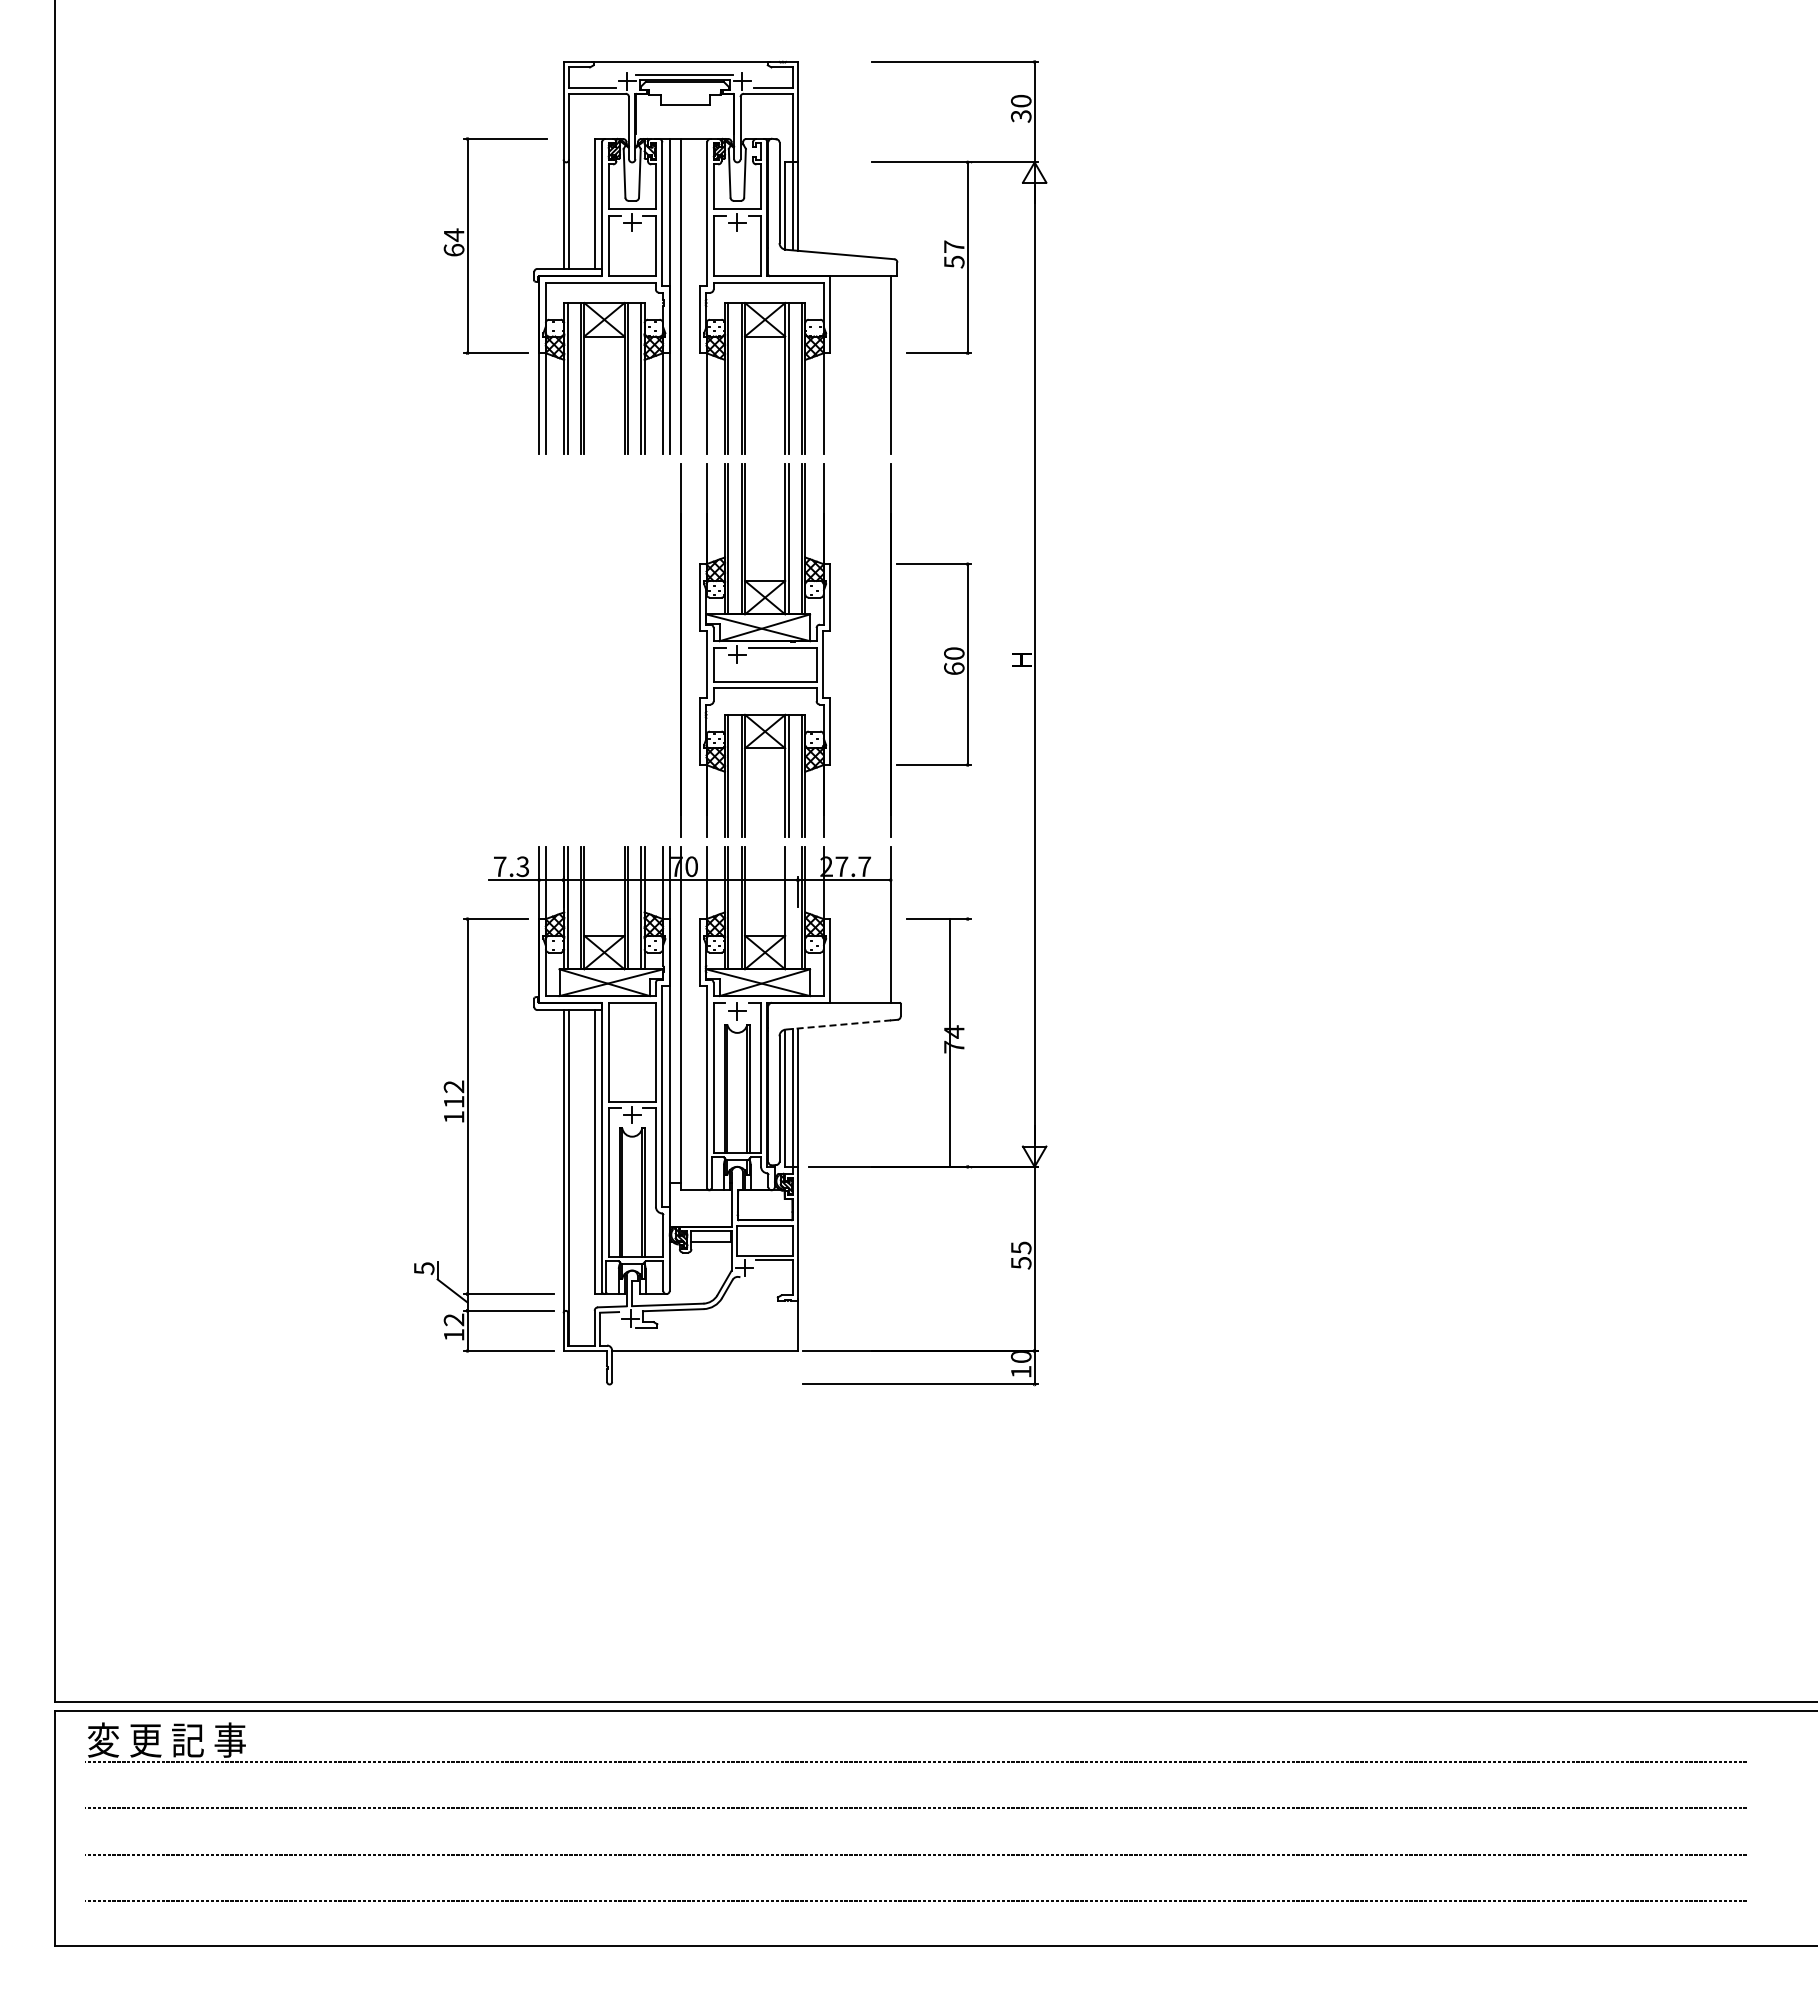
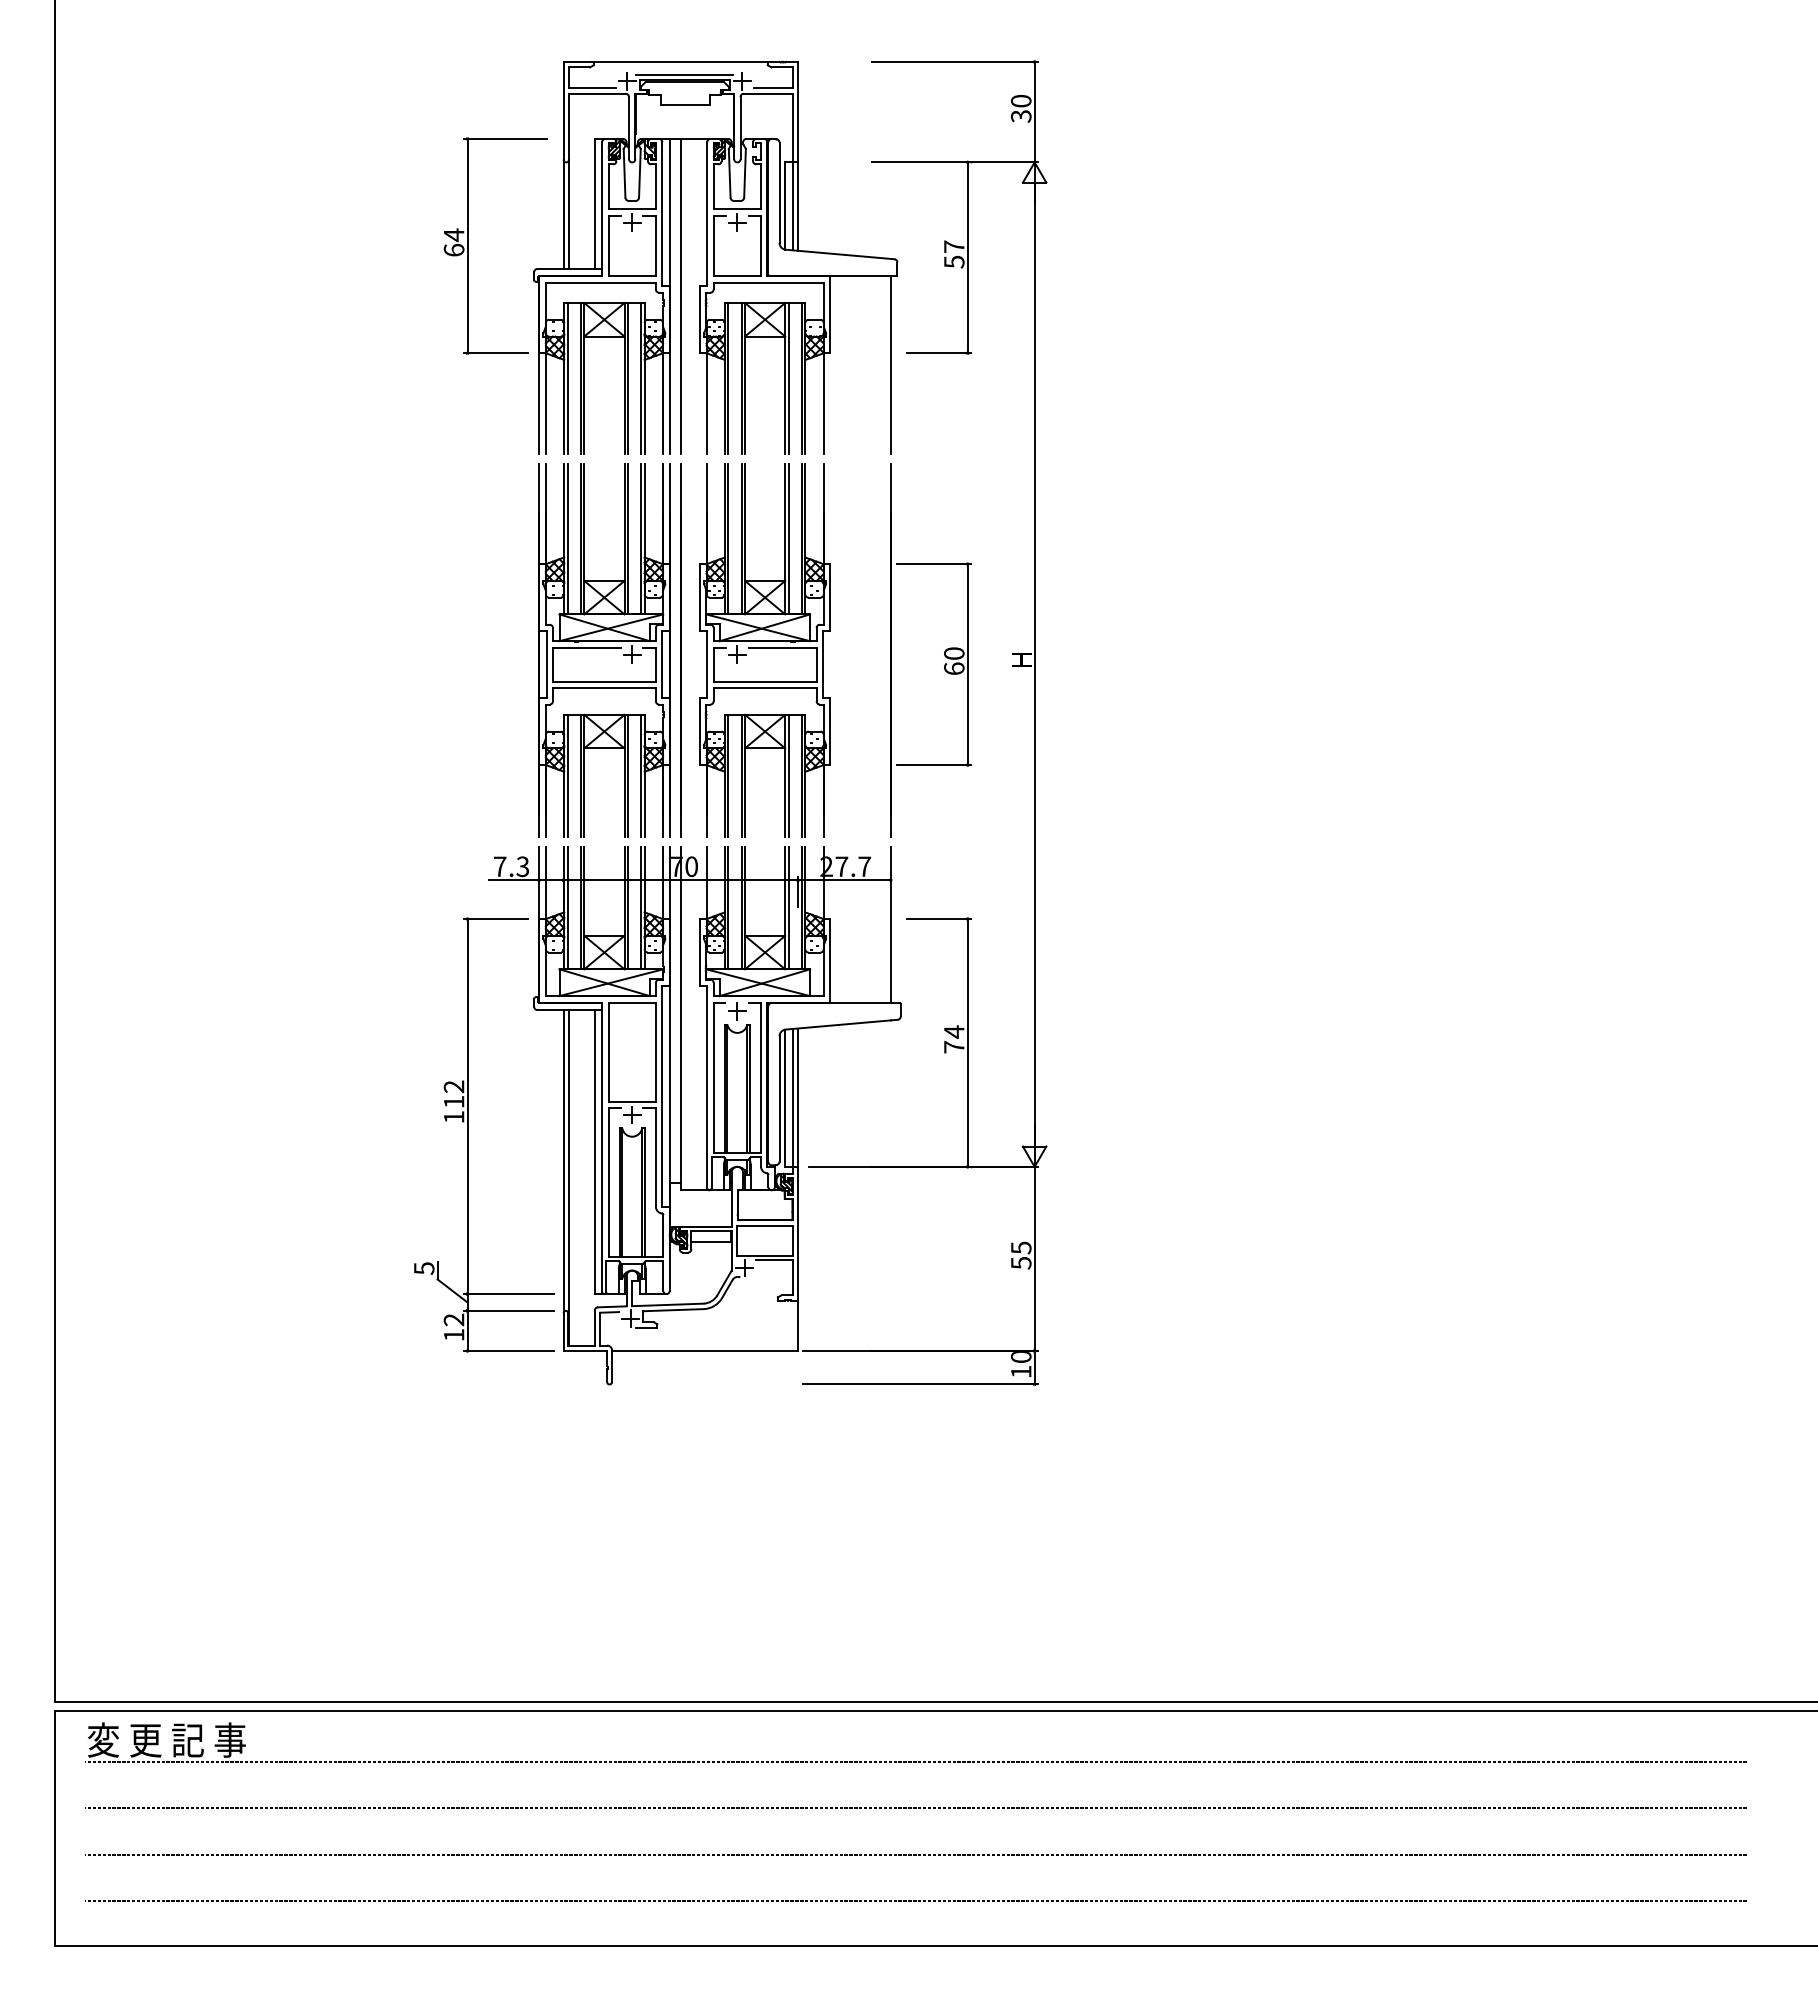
part at (604, 650): none -> present
line at (788, 908): none -> present
line at (838, 1024): dashed -> solid
line at (949, 1042) position: (949, 1042) -> (967, 1042)
